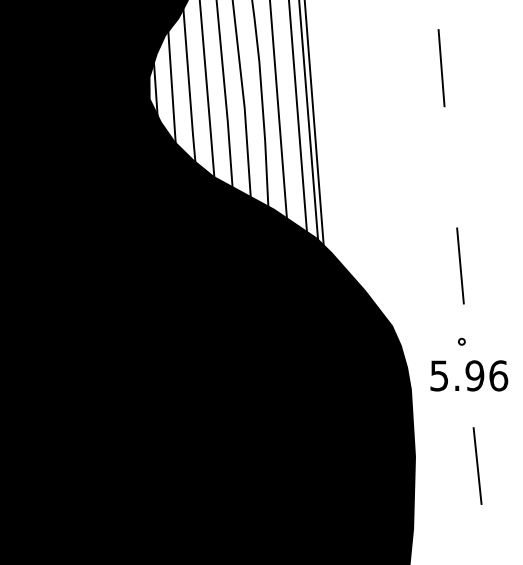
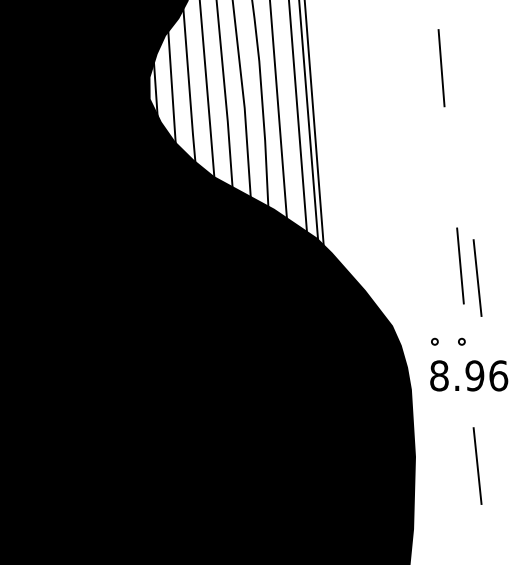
line at (477, 277): none -> present
part at (434, 341): none -> present
text at (439, 375): 5.96 -> 8.96
